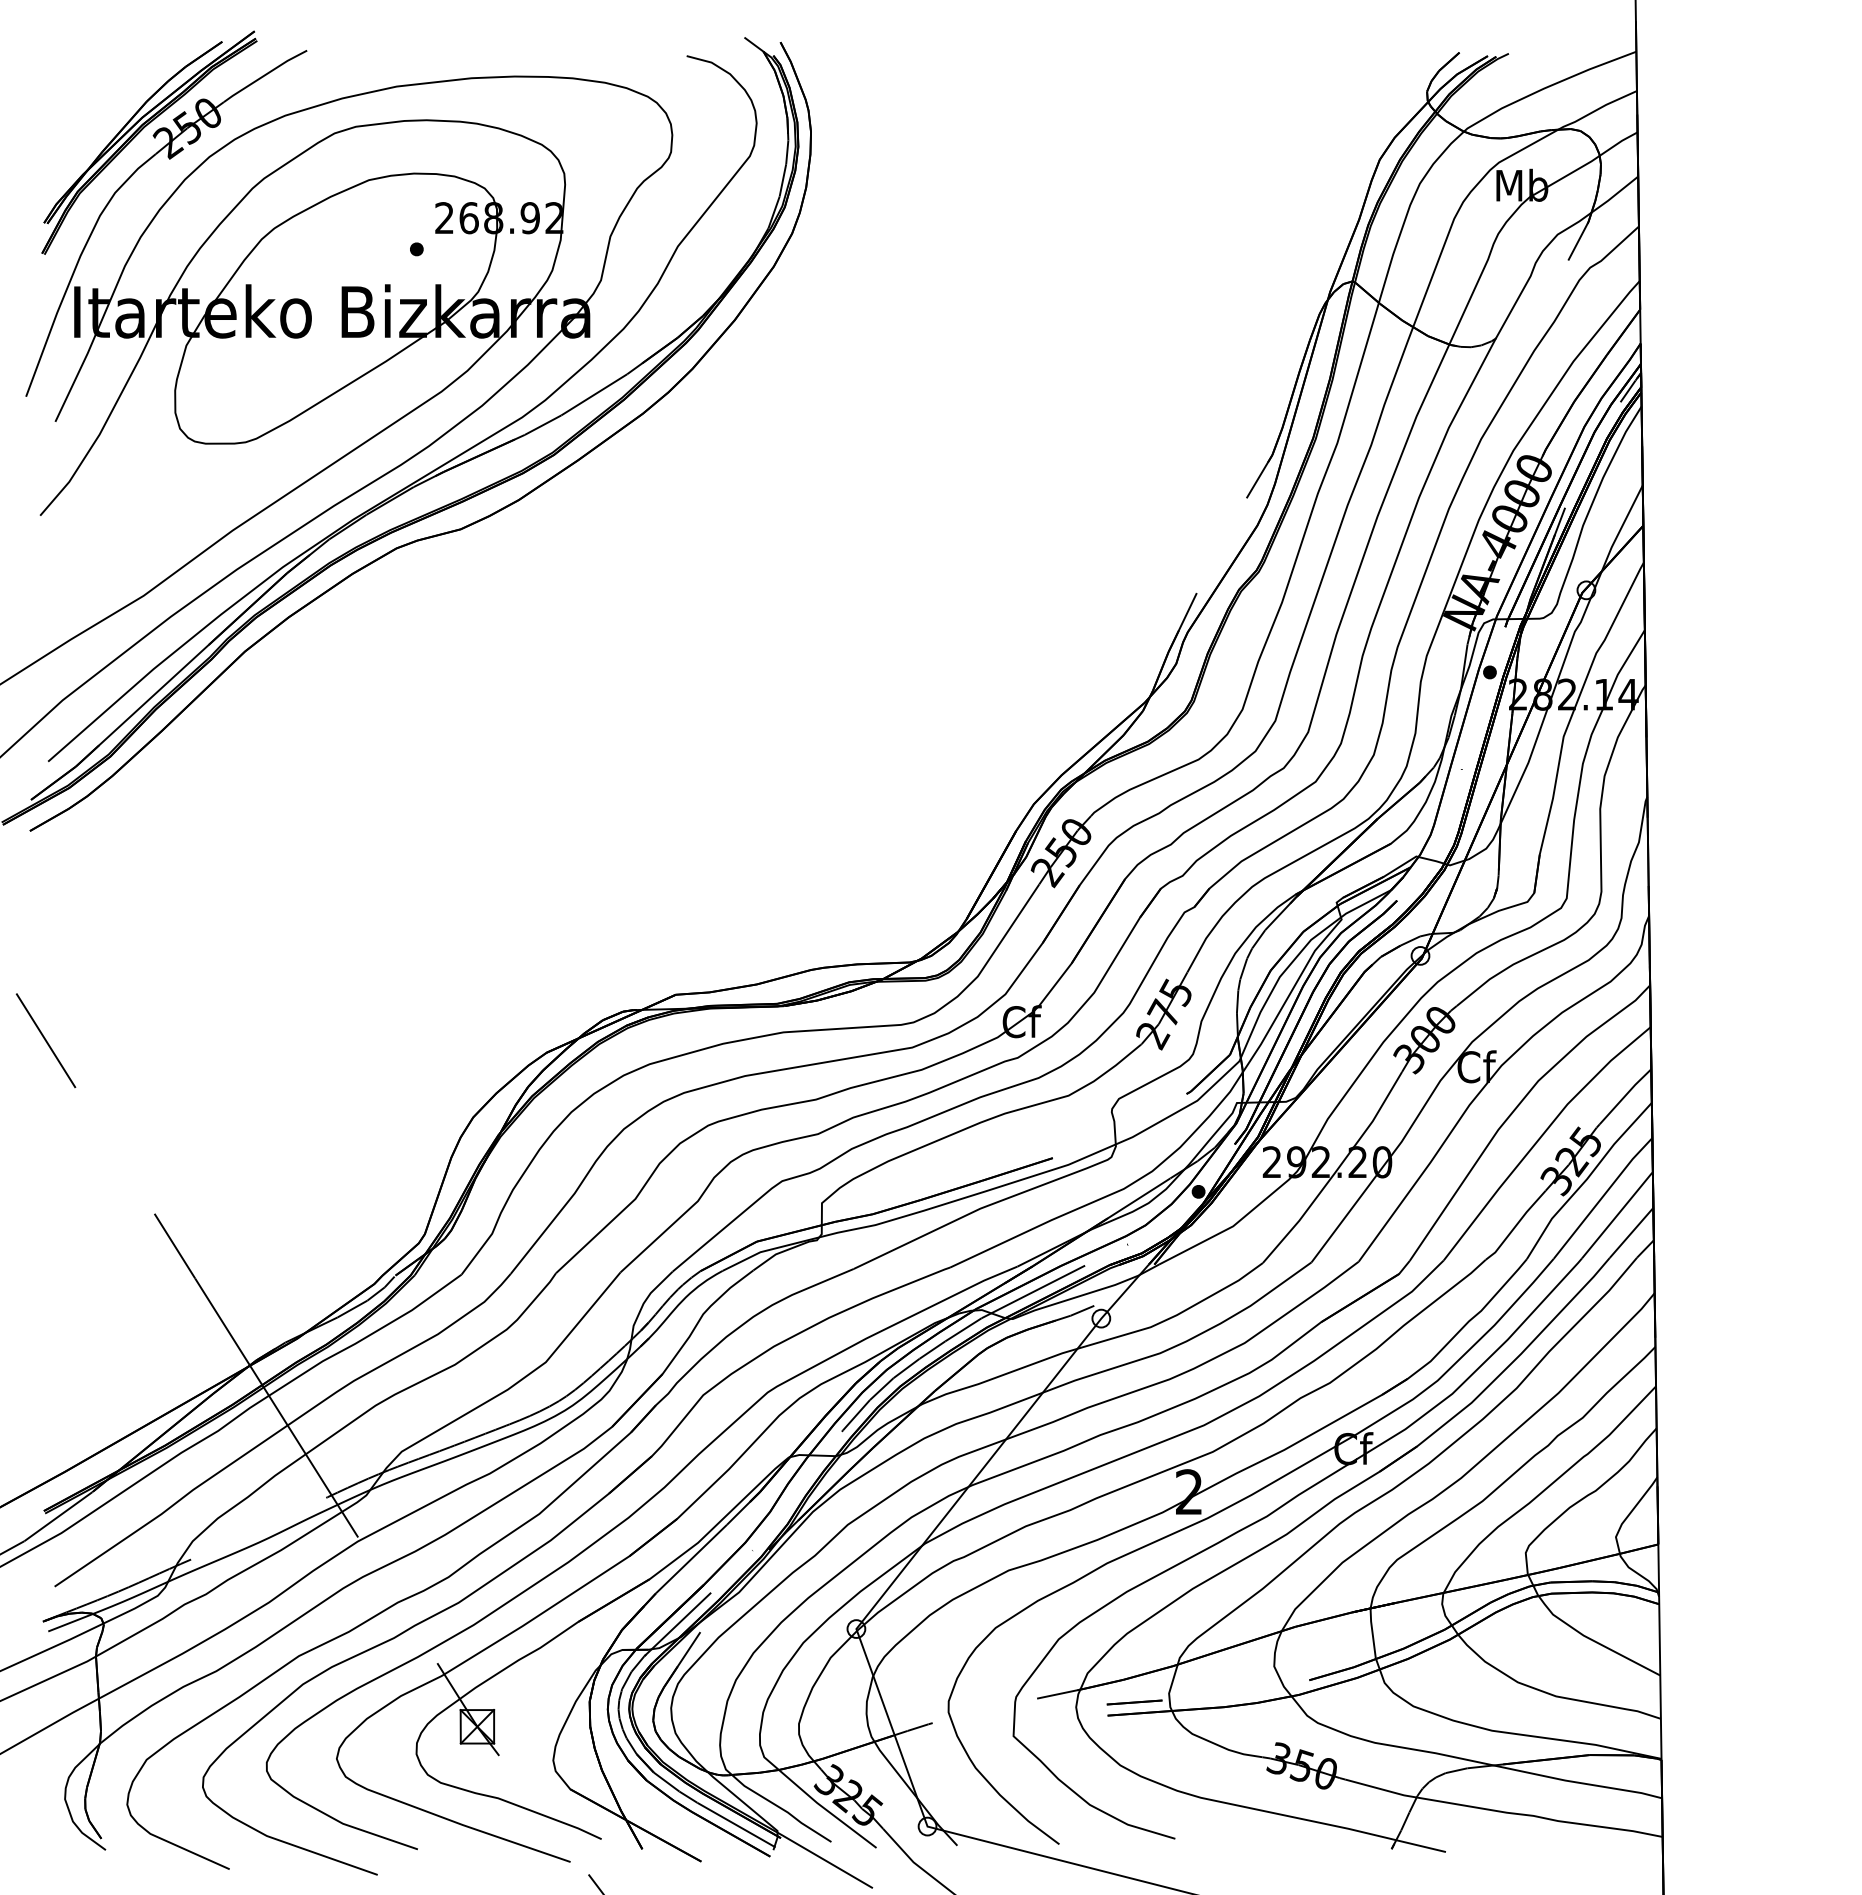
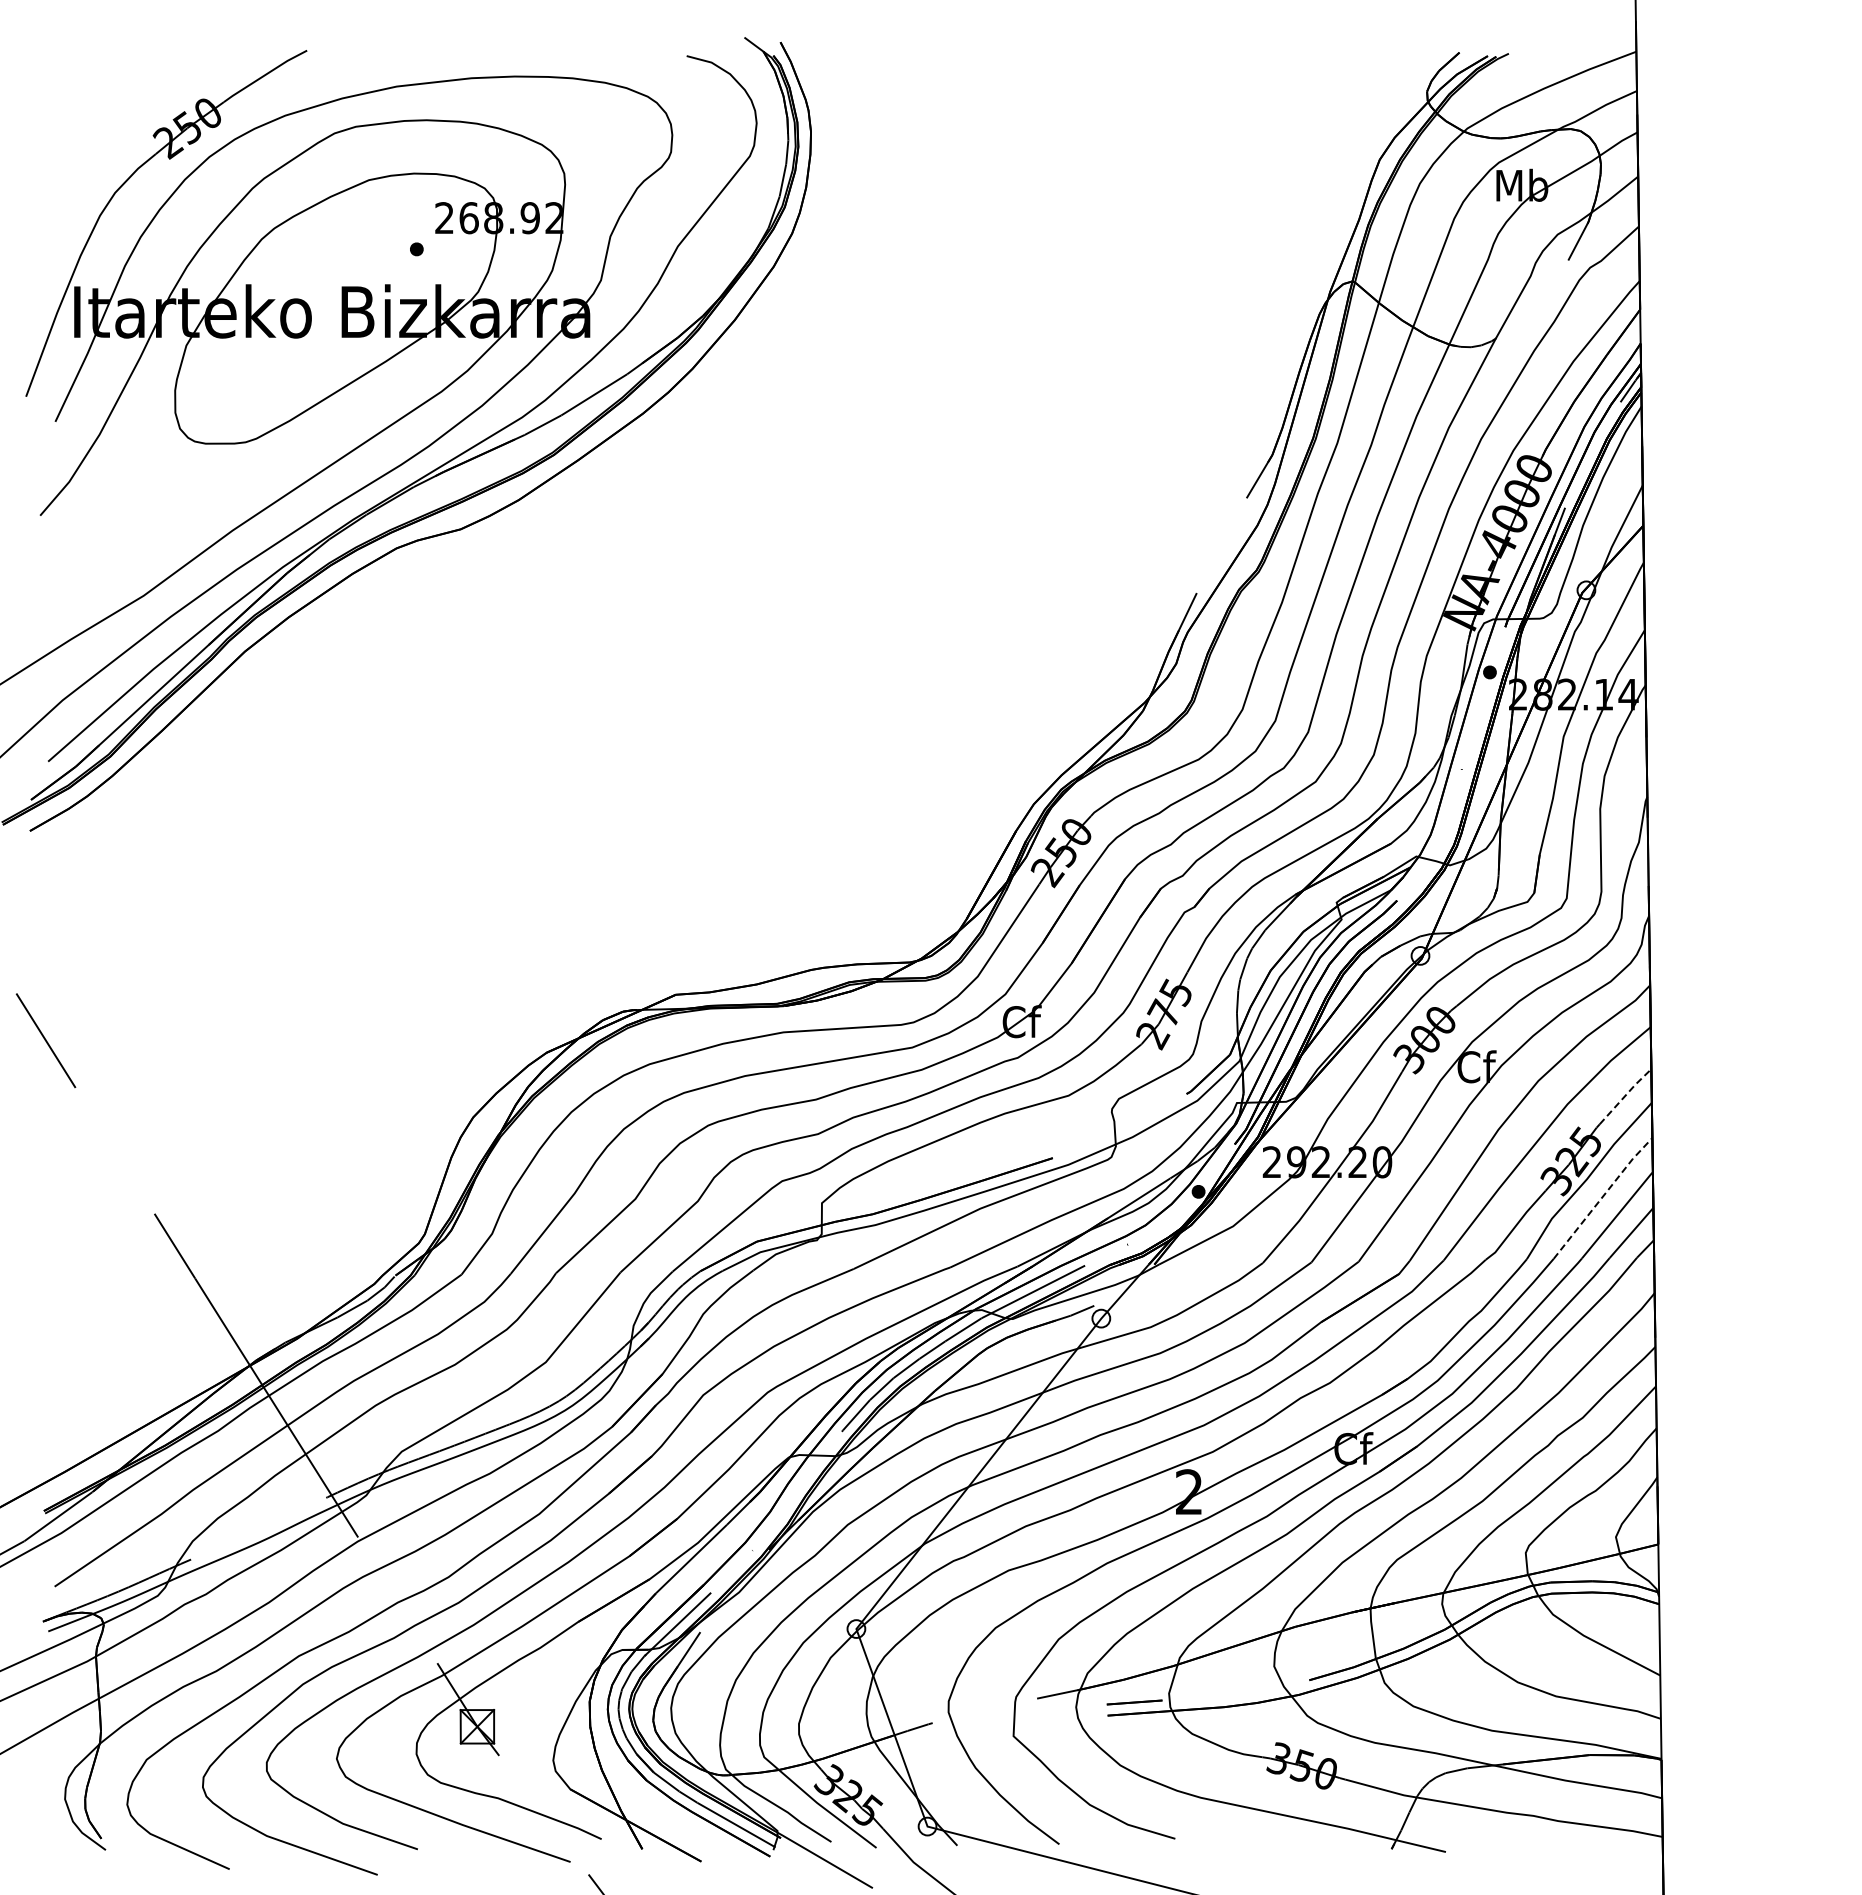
part at (140, 132): present -> none
line at (1625, 1095): solid -> dashed
line at (1602, 1197): solid -> dashed
